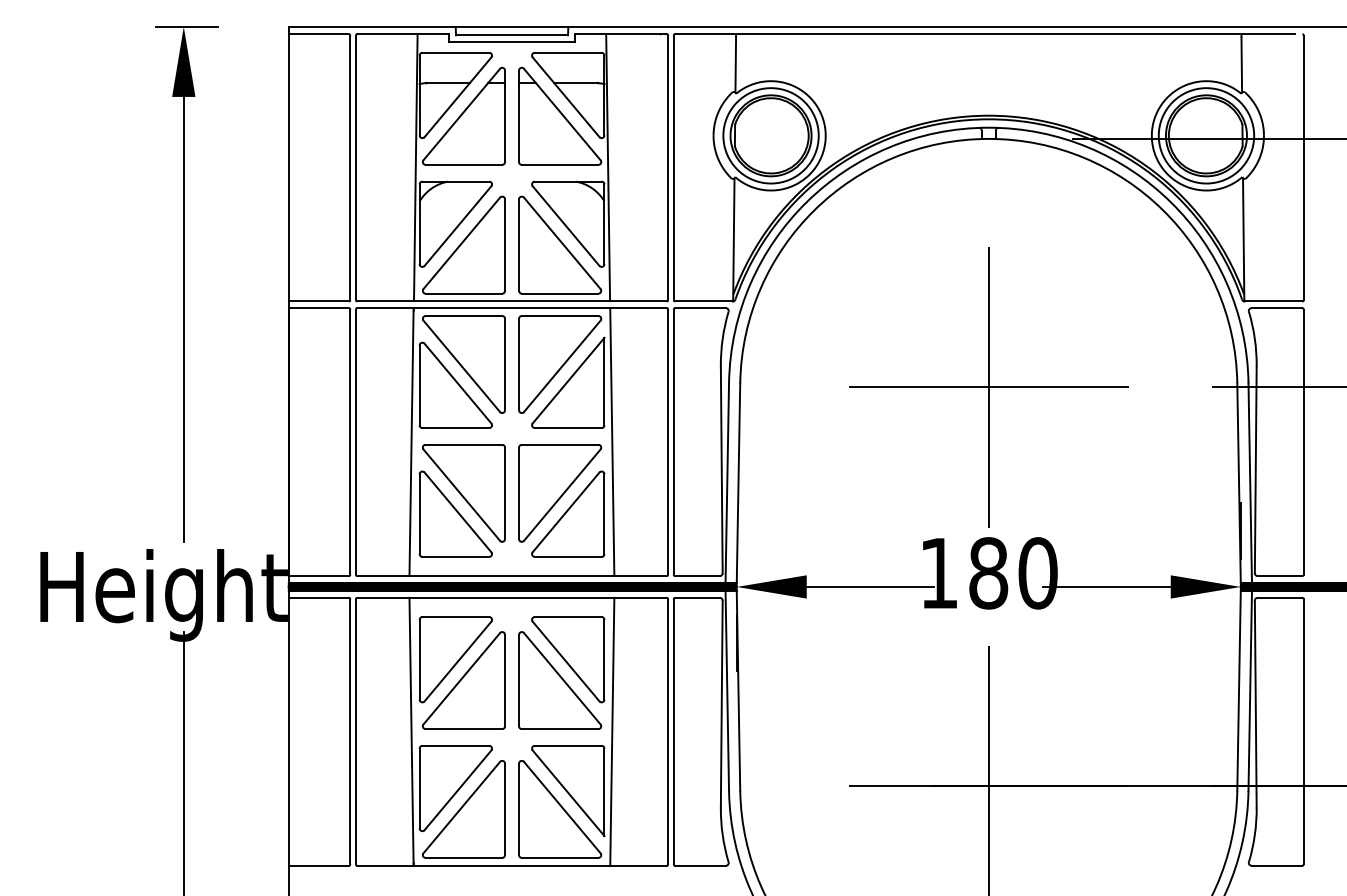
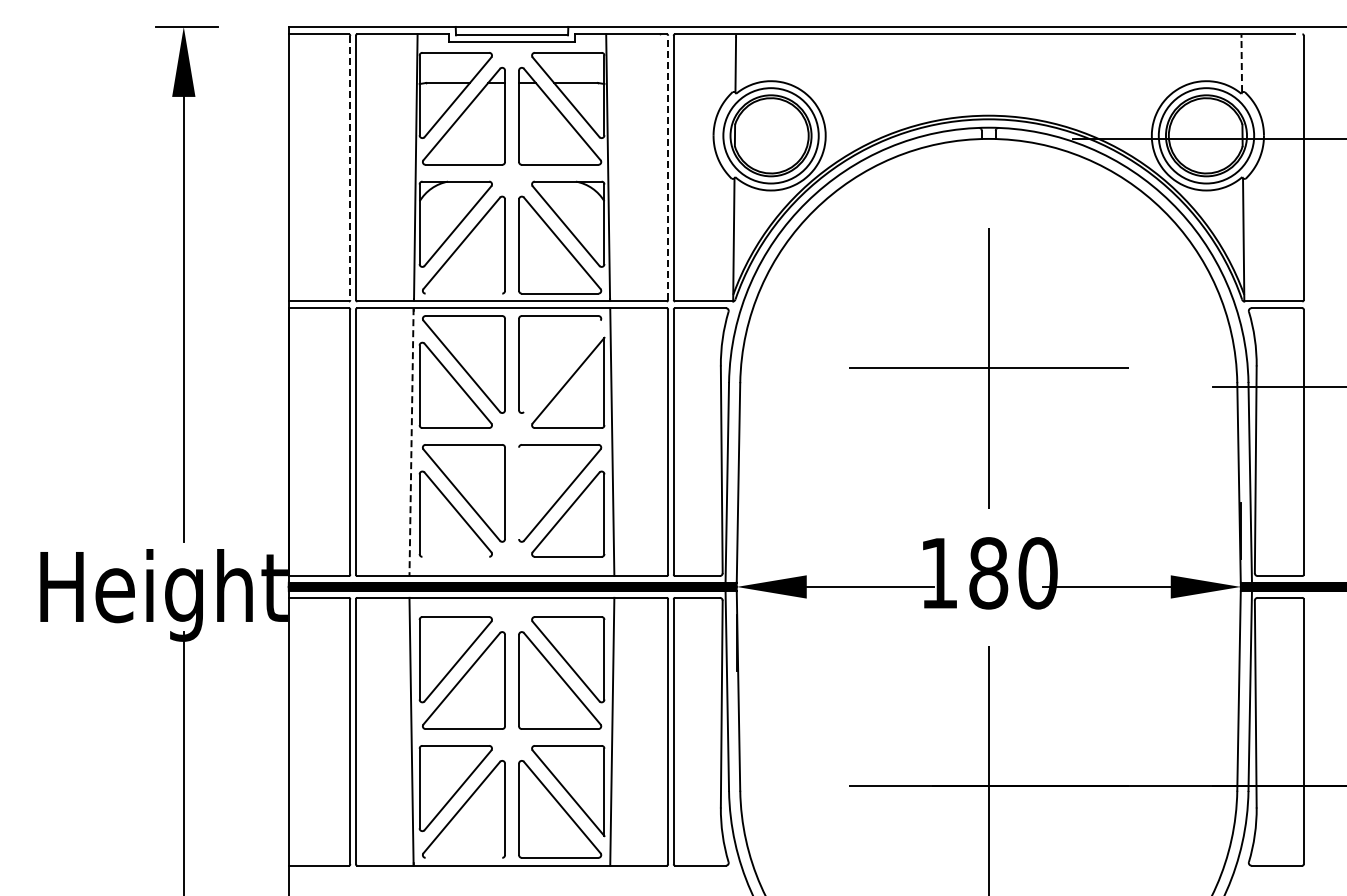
line at (1241, 64): solid -> dashed
line at (668, 167): solid -> dashed
line at (350, 168): solid -> dashed
line at (463, 293): present -> none
line at (562, 366): present -> none
part at (988, 387) position: (988, 387) -> (988, 368)
line at (411, 442): solid -> dashed
line at (519, 493): present -> none
line at (455, 556): present -> none
line at (463, 857): present -> none
